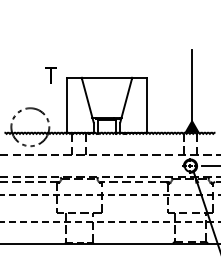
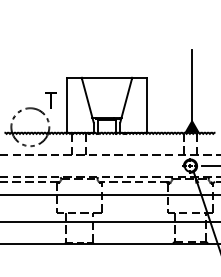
text at (50, 75) position: (50, 75) -> (50, 100)
line at (110, 194): dashed -> solid
line at (110, 221): dashed -> solid
